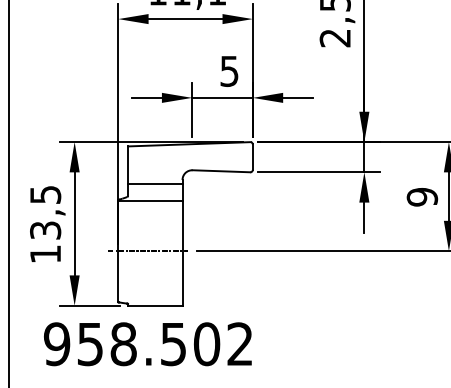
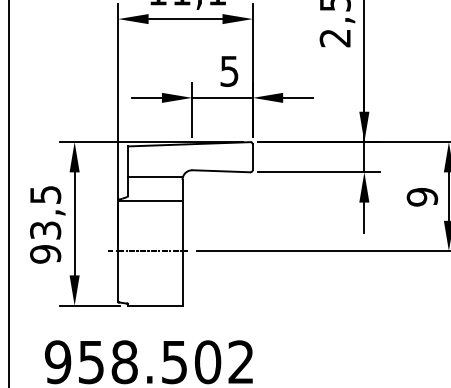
line at (154, 184) position: (154, 184) -> (154, 177)
text at (45, 254): 13,5 -> 93,5
text at (147, 344) position: (147, 344) -> (148, 362)
